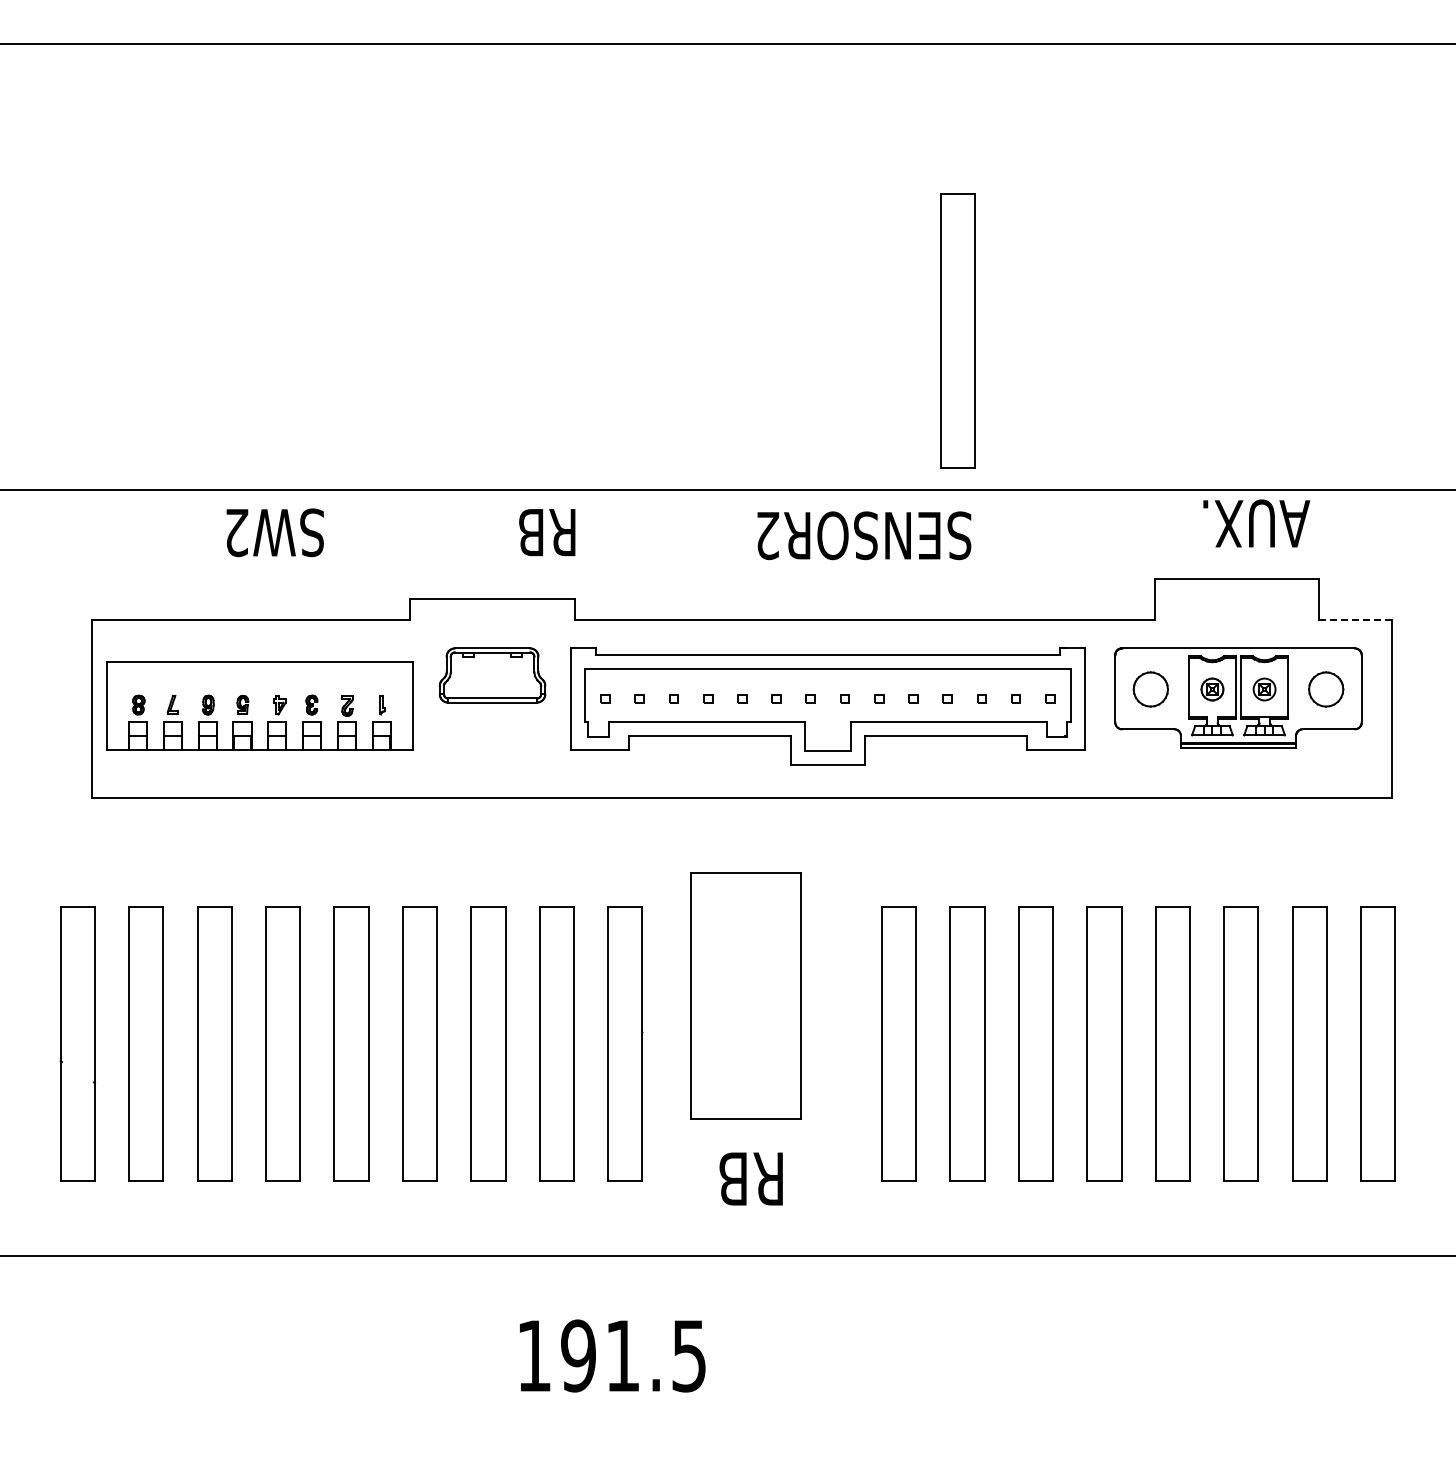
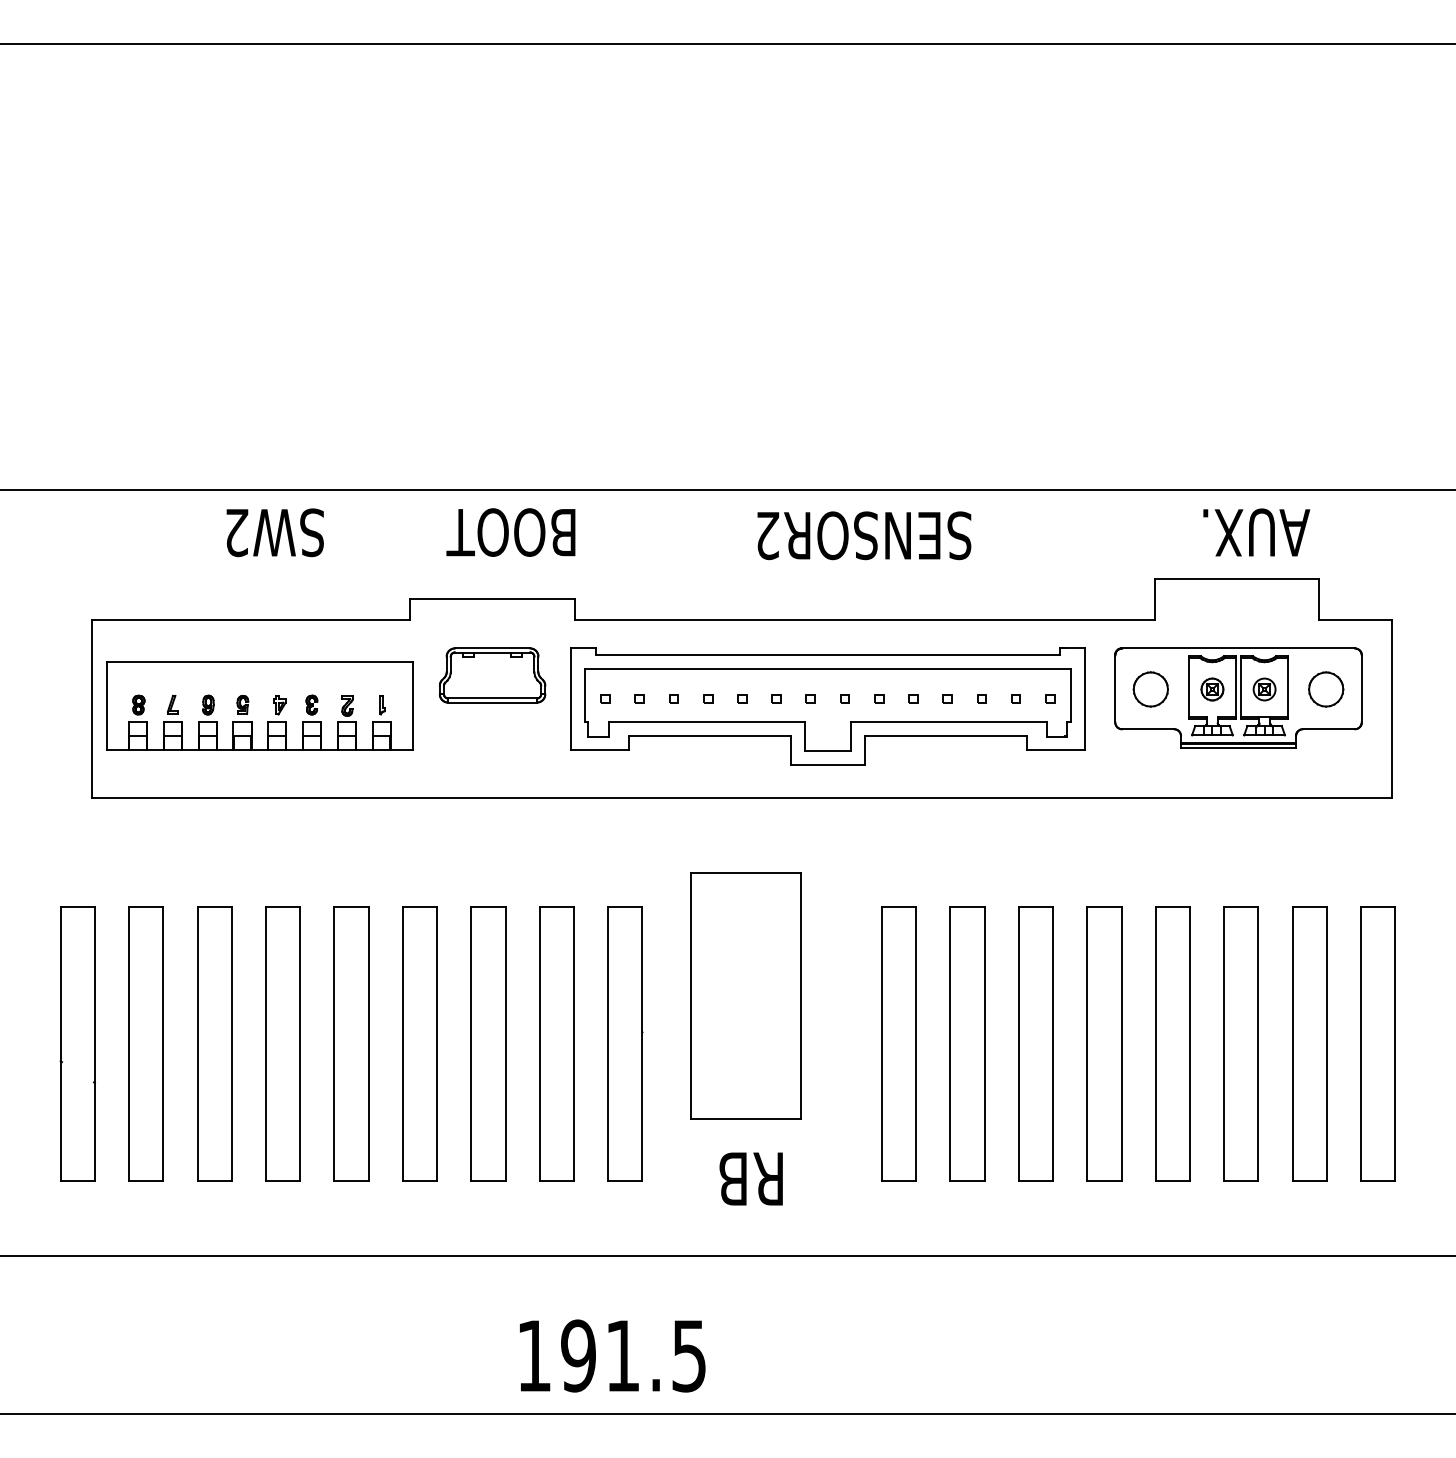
part at (957, 330): present -> none
text at (1256, 523) position: (1256, 523) -> (1256, 532)
text at (508, 532): RB -> BOOT
line at (1356, 619): dashed -> solid
line at (727, 1414): none -> present
